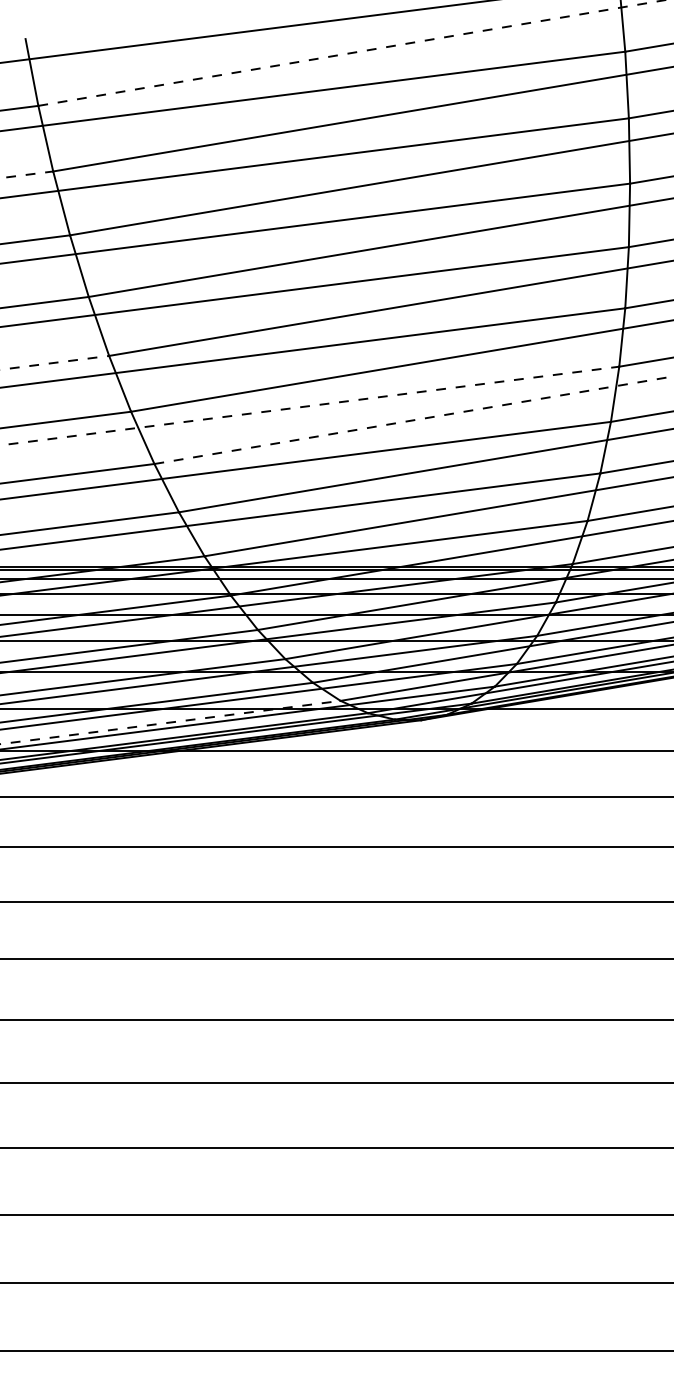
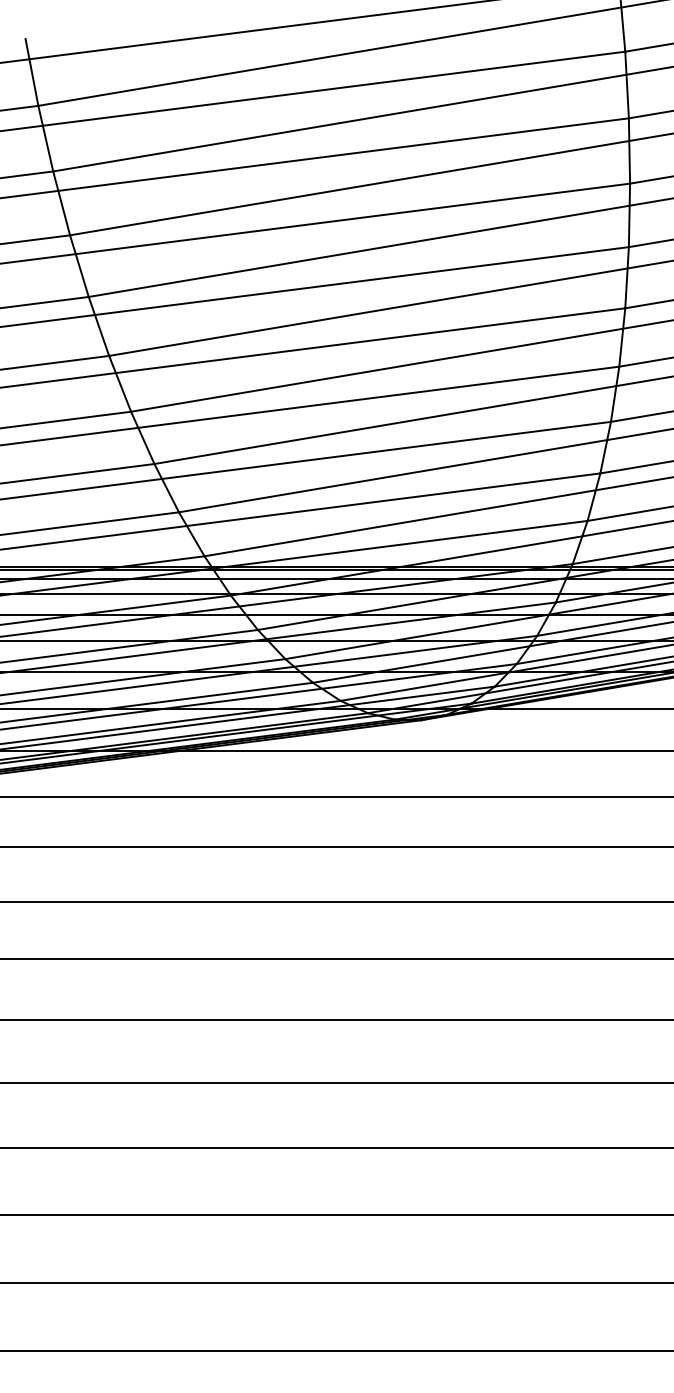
line at (351, 52): dashed -> solid
line at (27, 174): dashed -> solid
line at (54, 362): dashed -> solid
line at (310, 406): dashed -> solid
line at (413, 420): dashed -> solid
line at (171, 722): dashed -> solid
